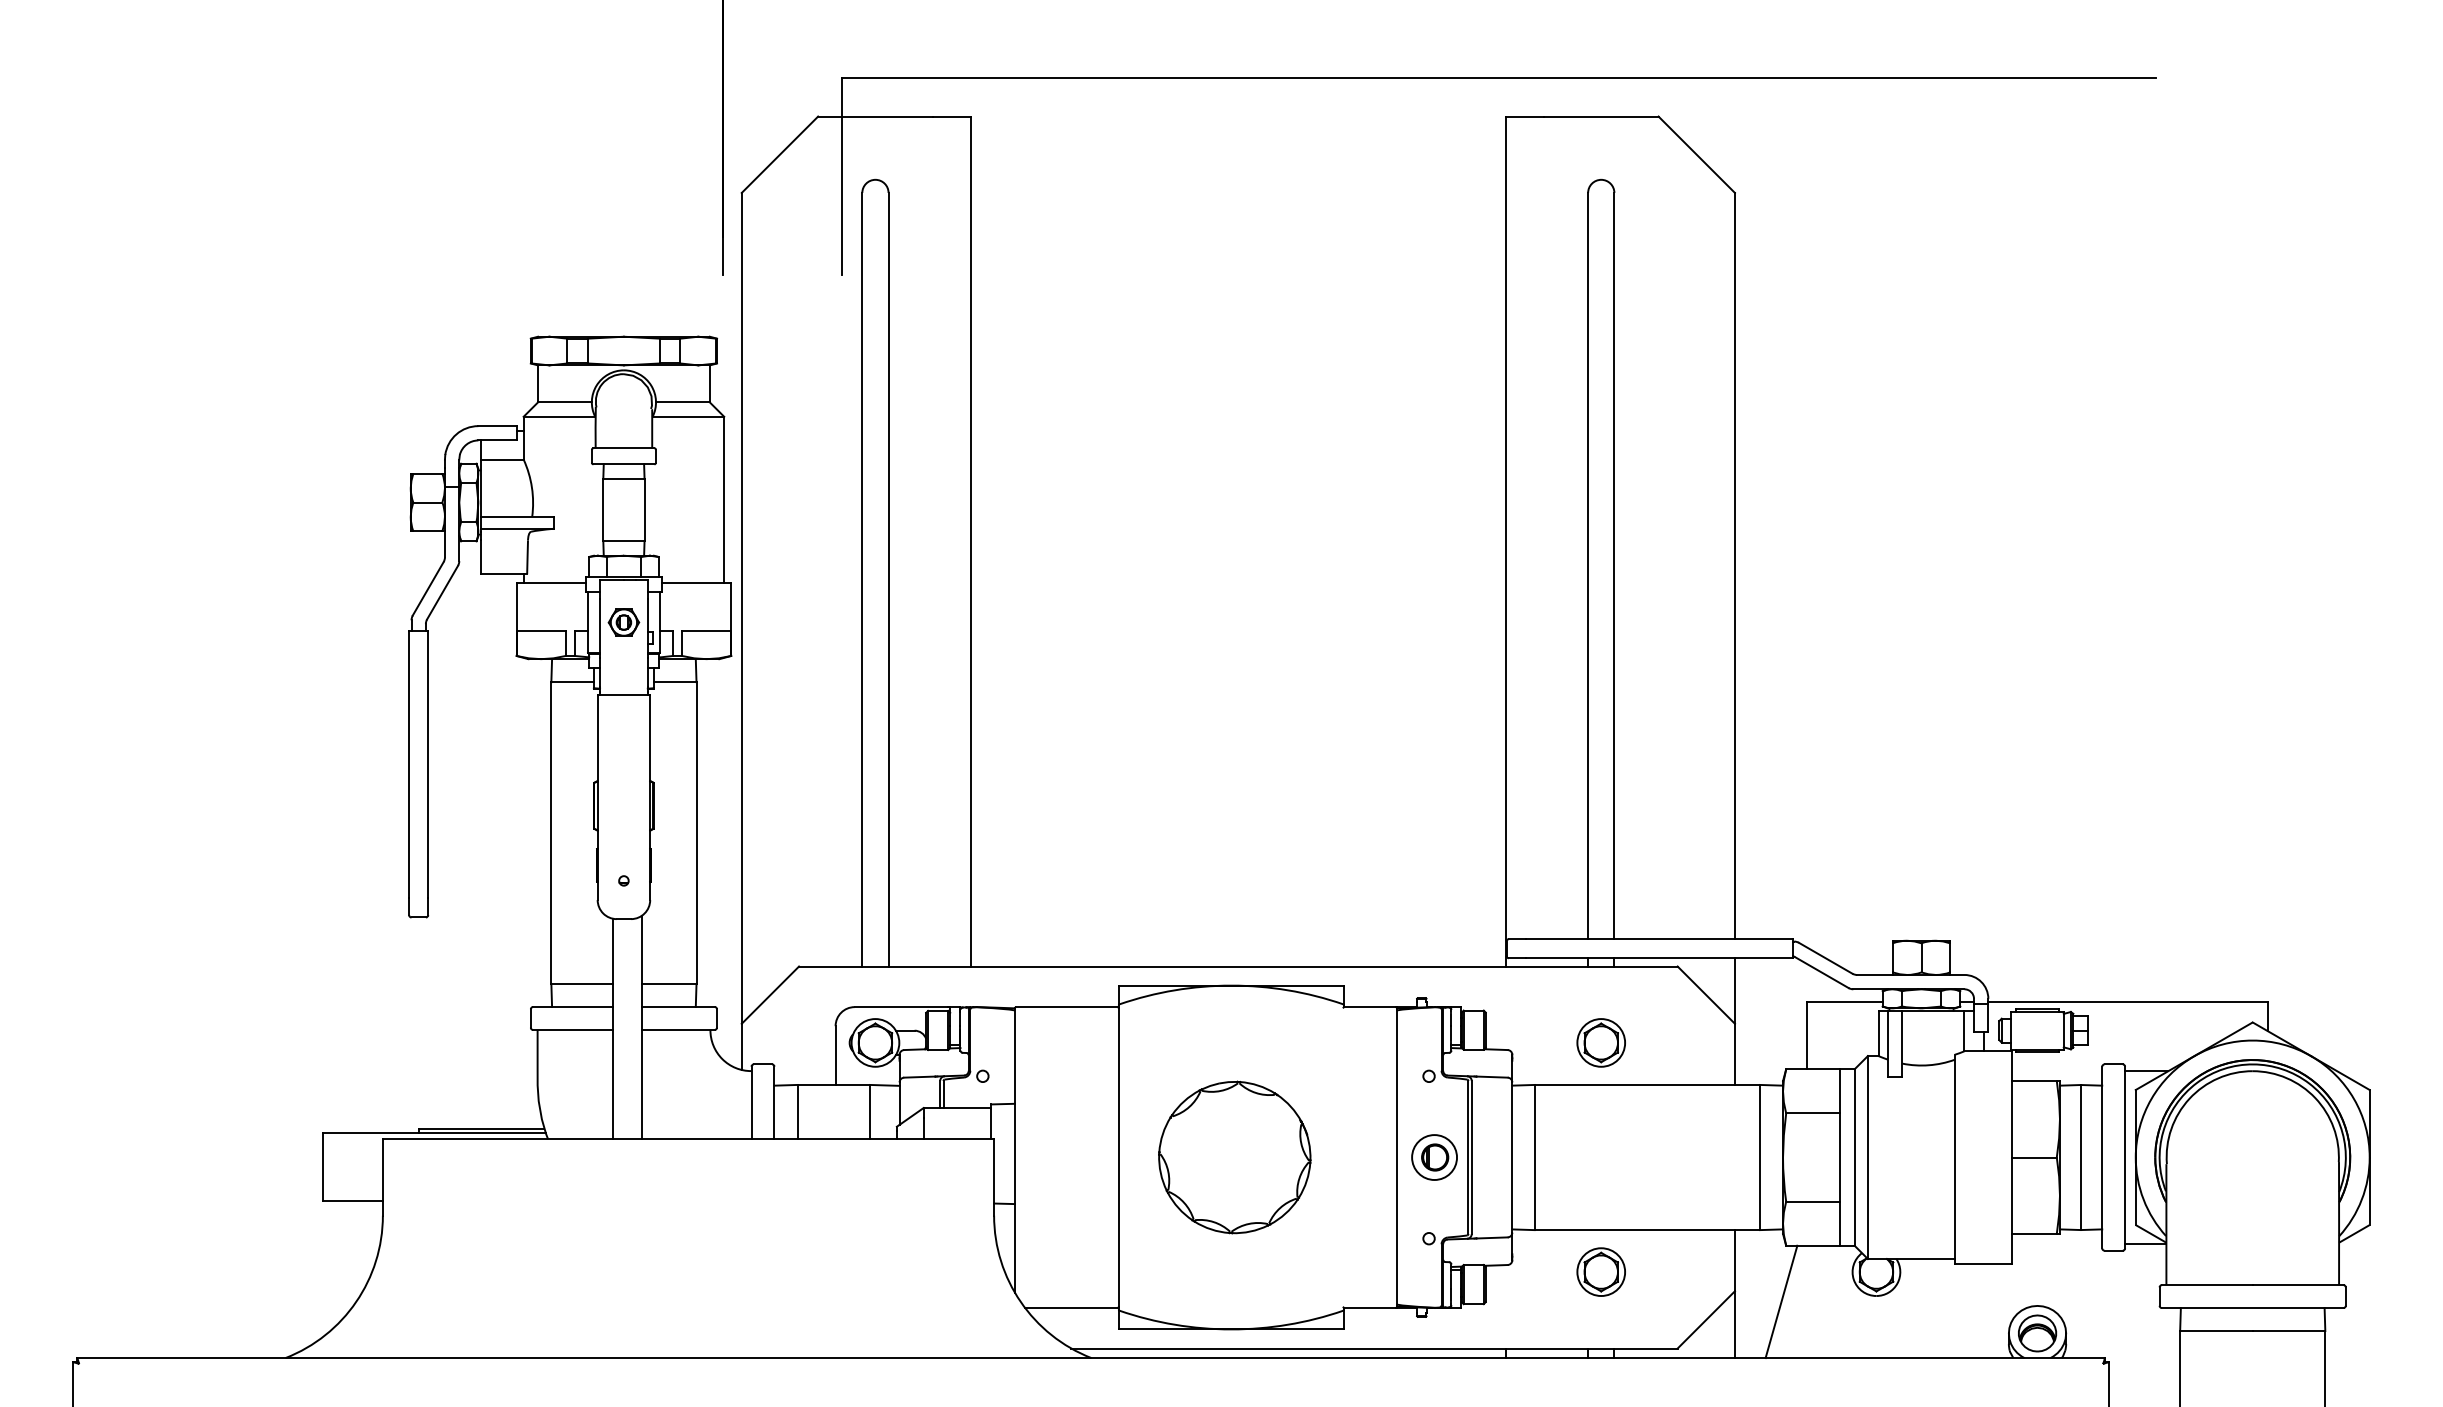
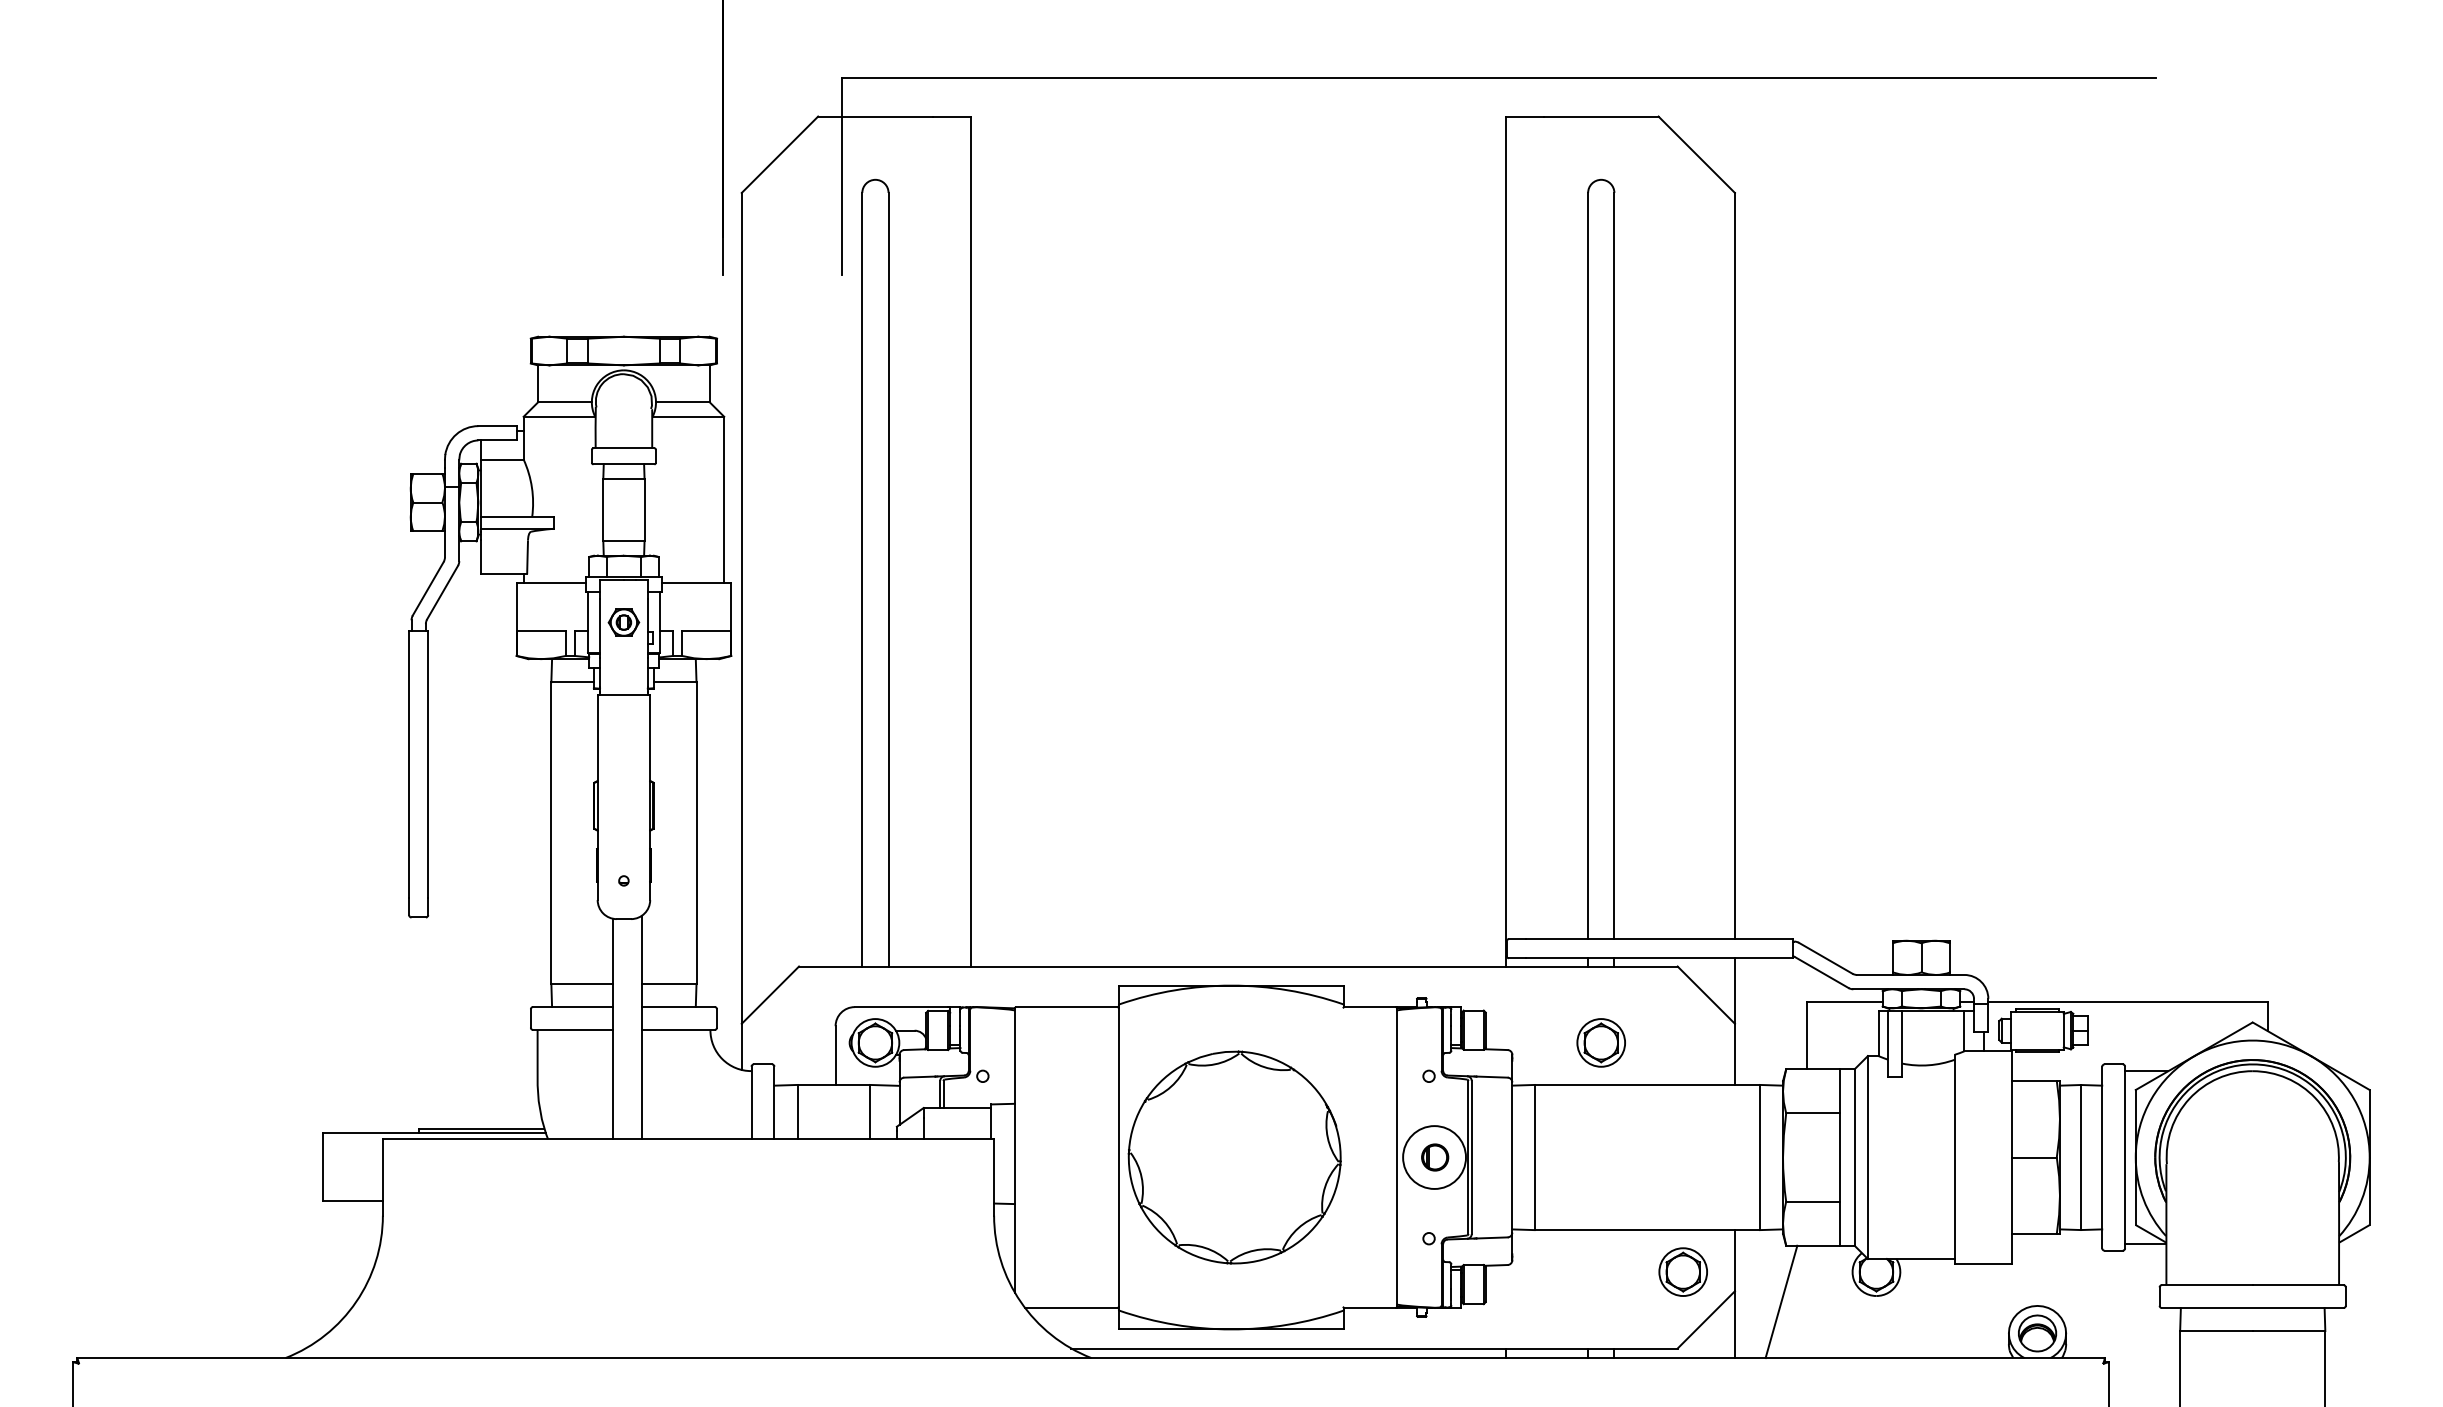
part at (1234, 1157) size: 154x155 px -> 215x215 px
circle at (1434, 1157) diameter: 45 px -> 63 px
part at (1600, 1271) position: (1600, 1271) -> (1682, 1271)
